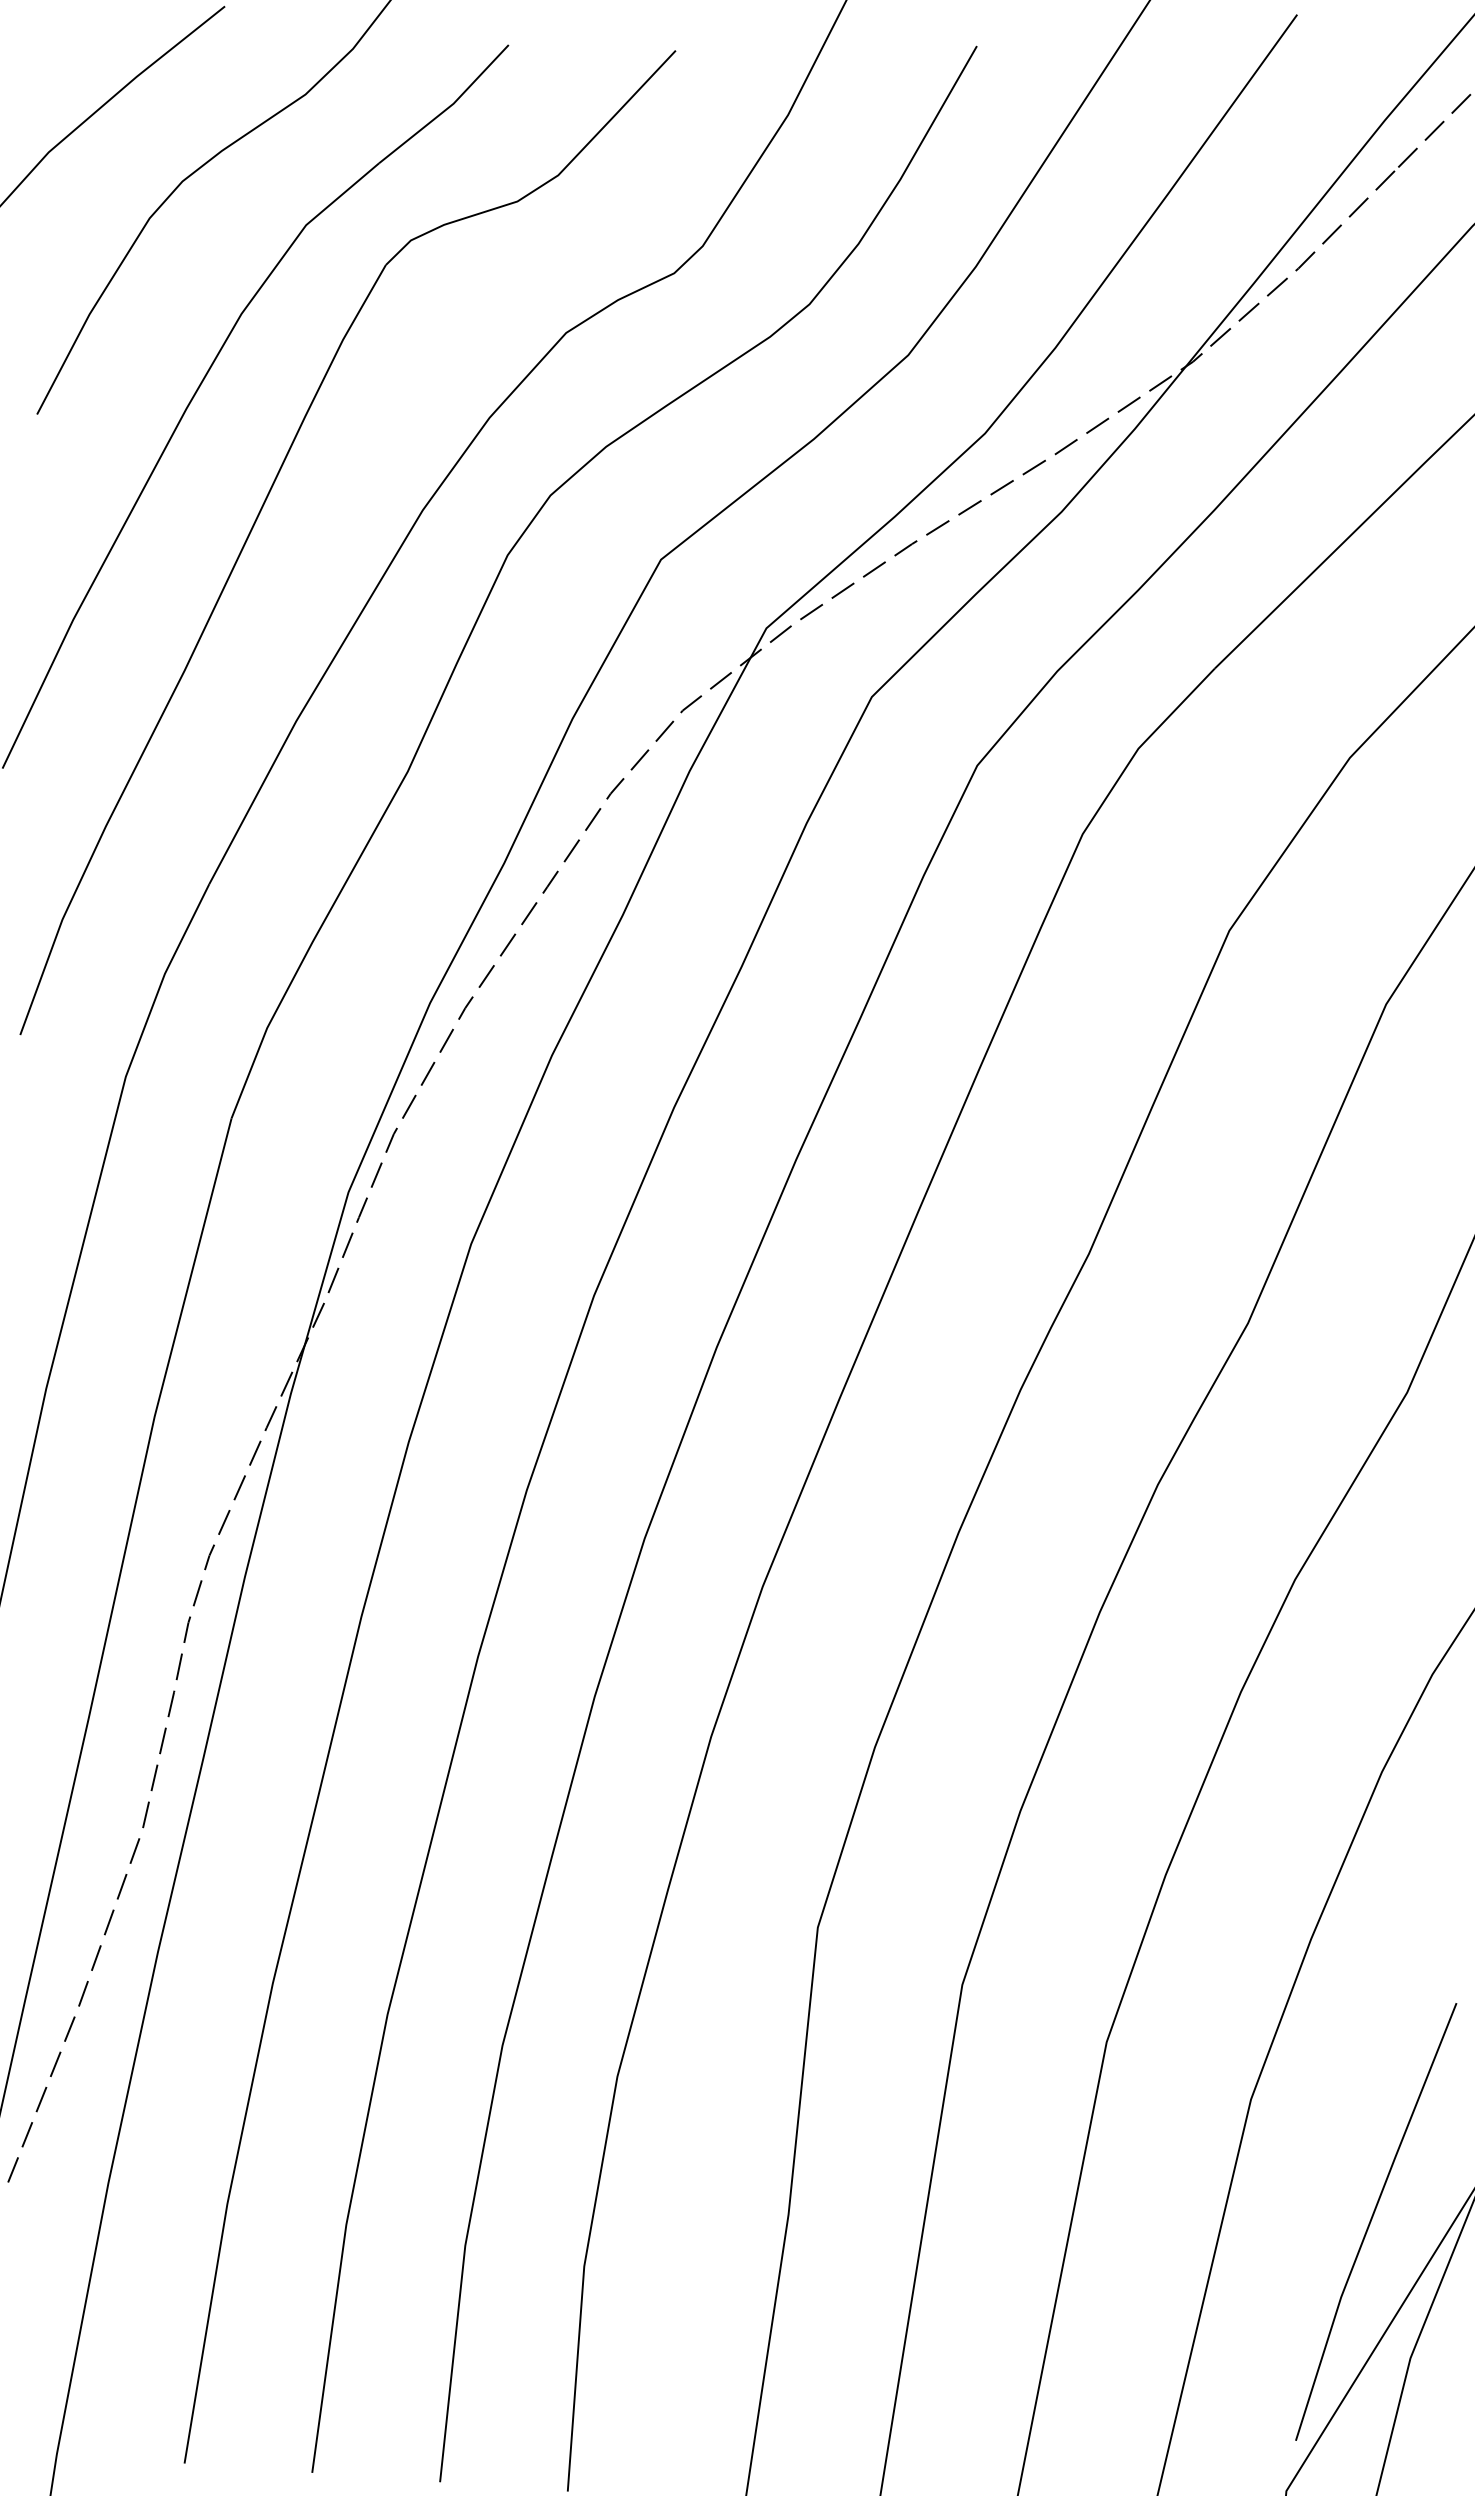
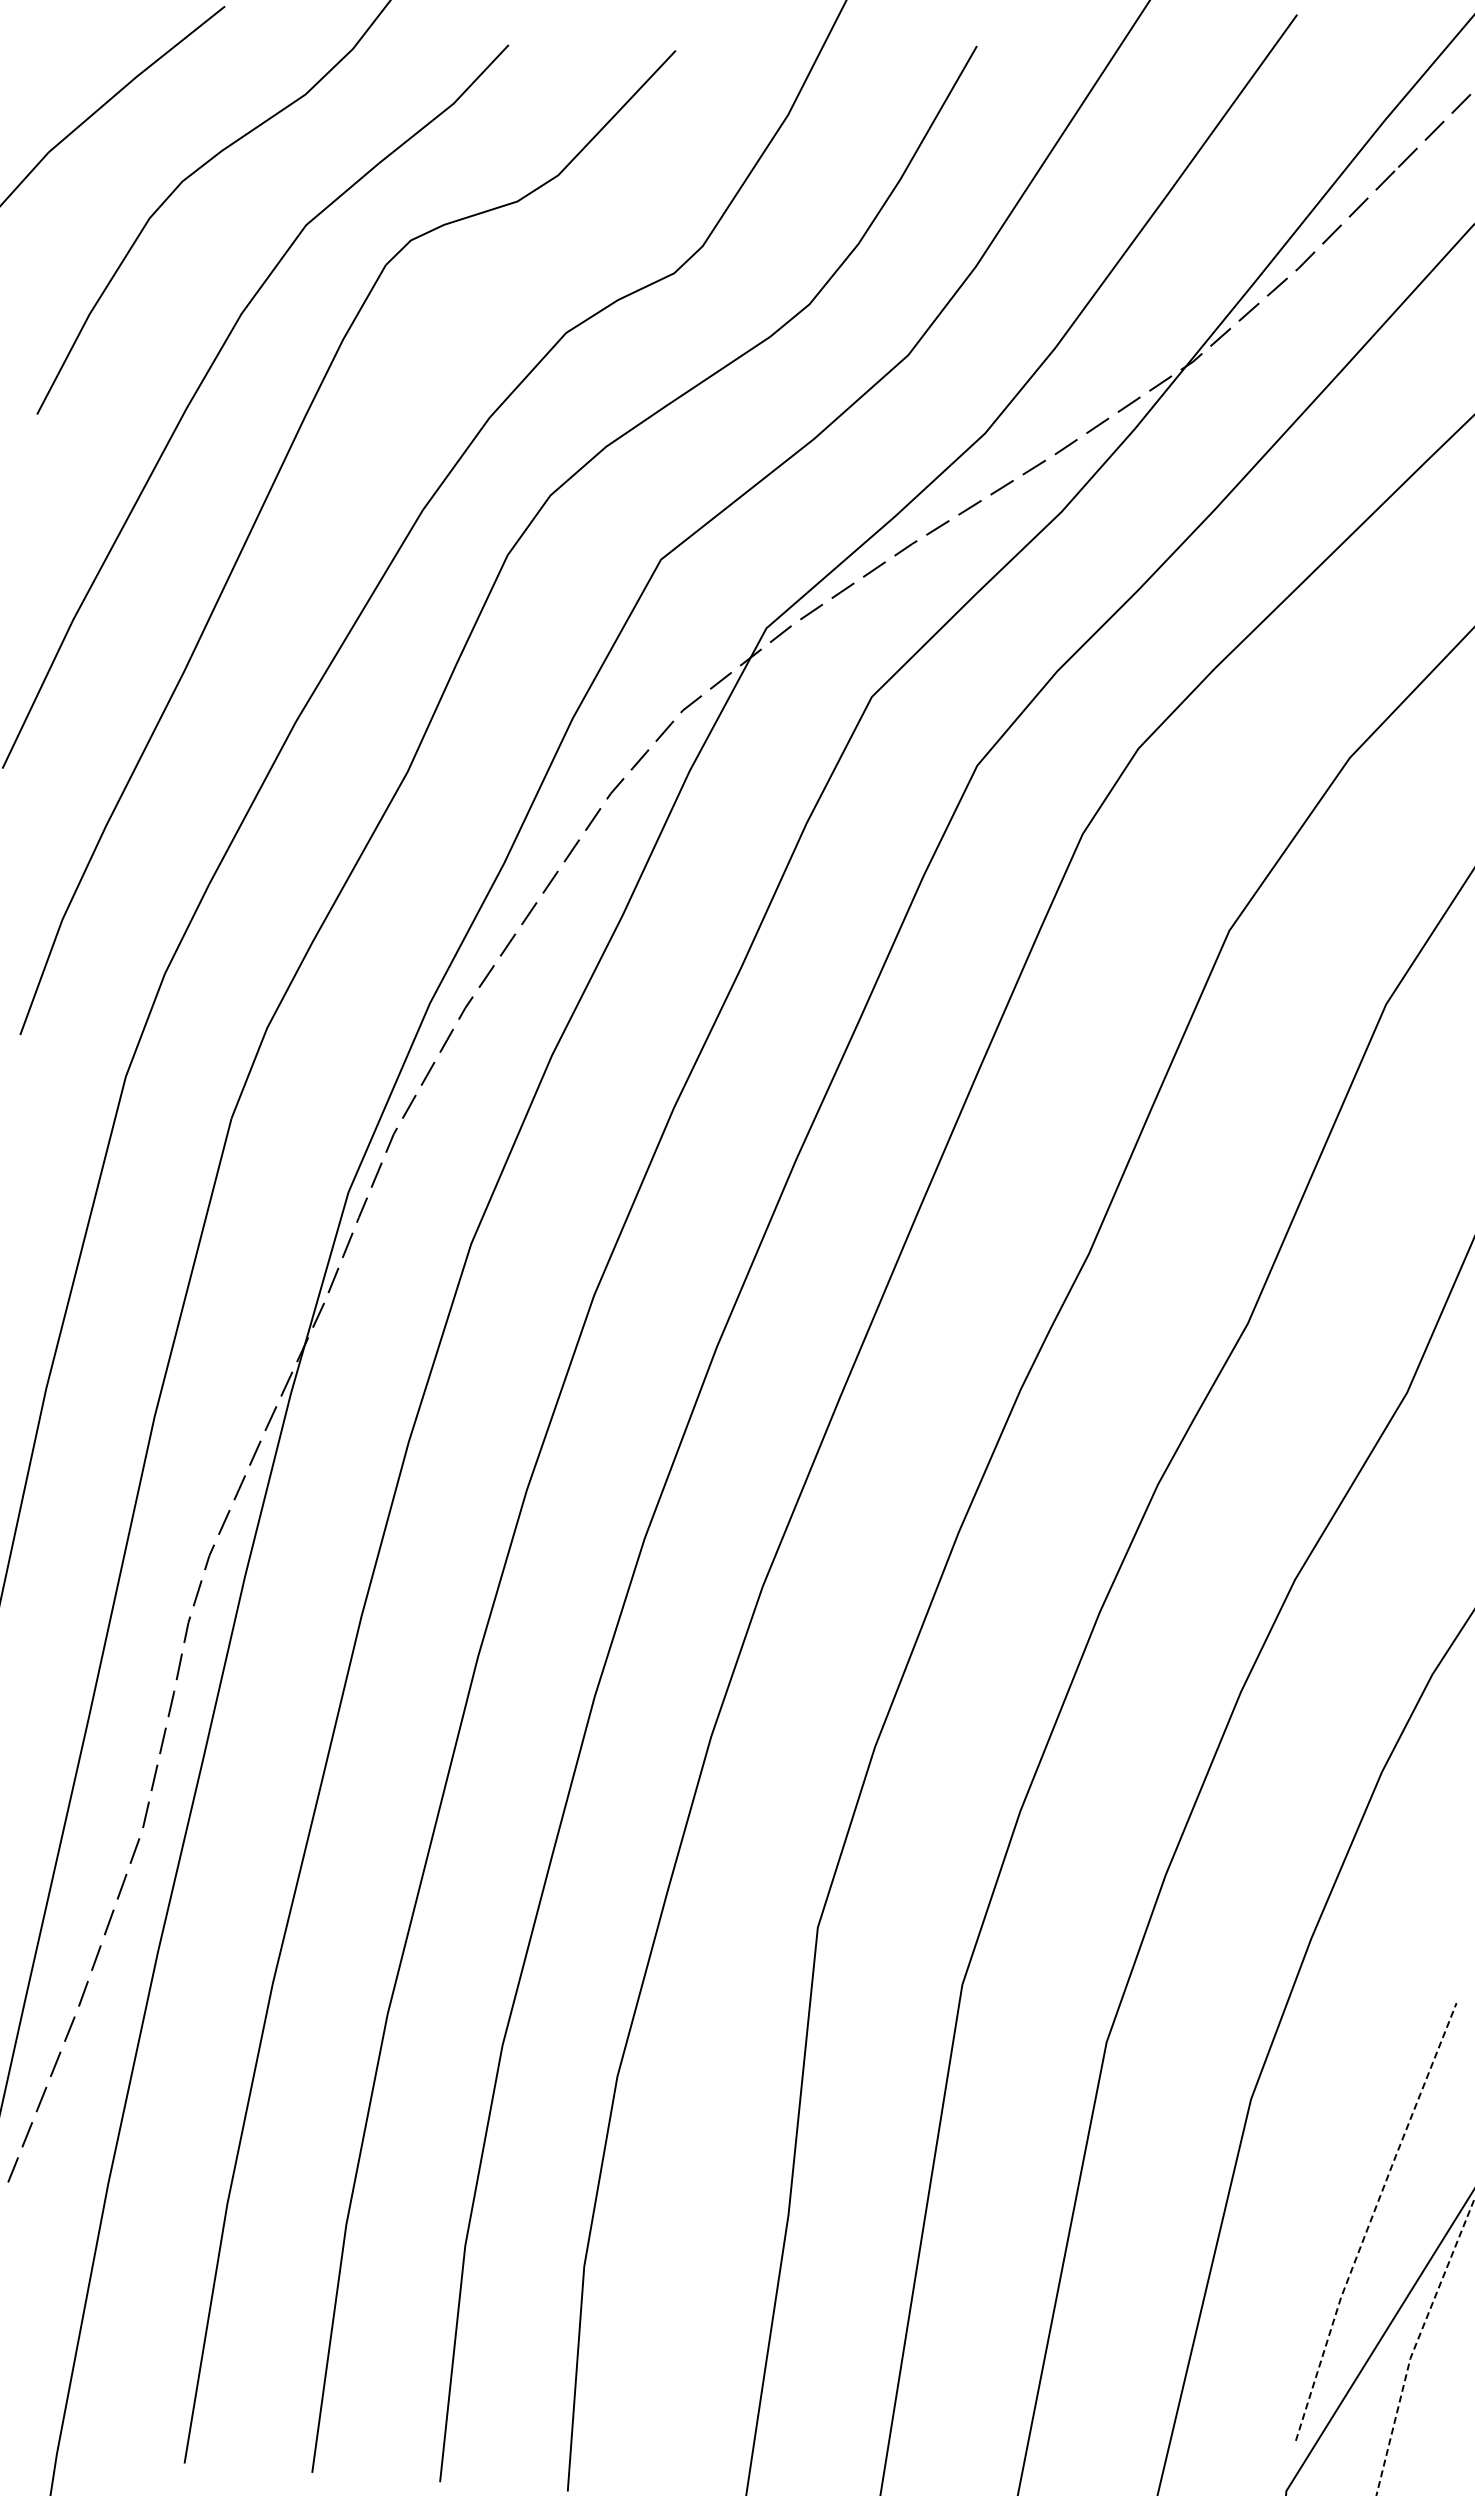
line at (1371, 2220): solid -> dashed
line at (1416, 2344): solid -> dashed
